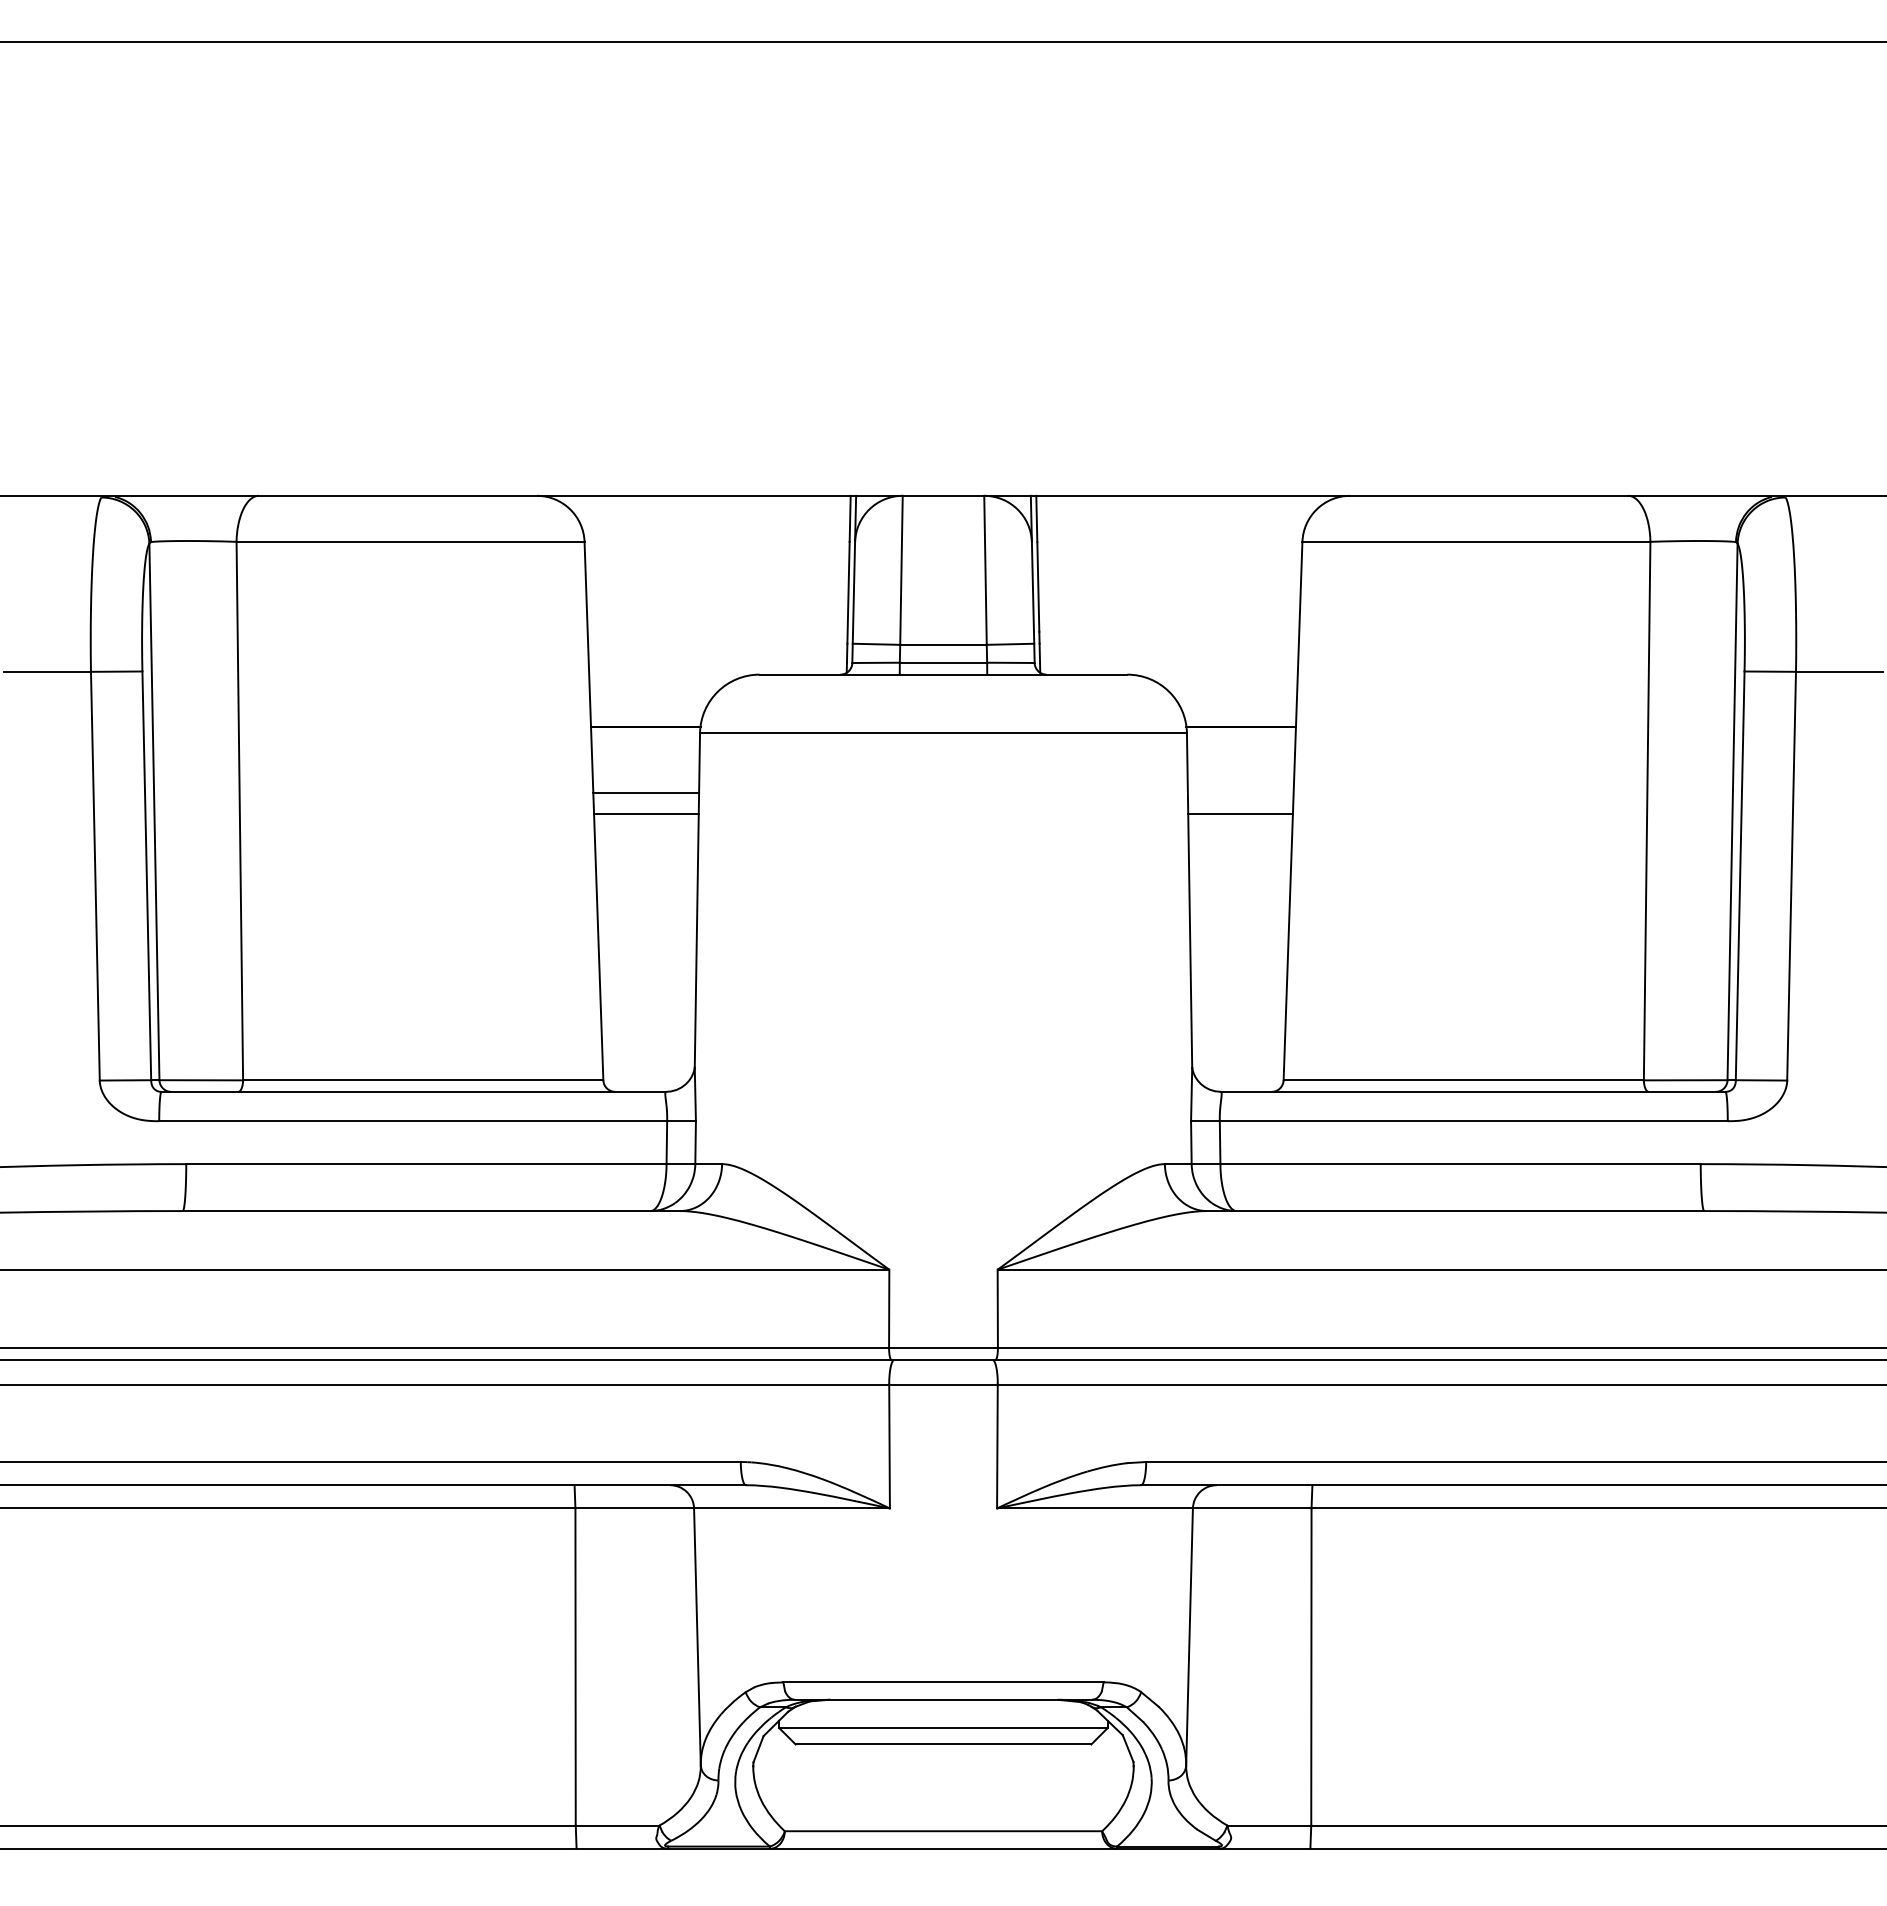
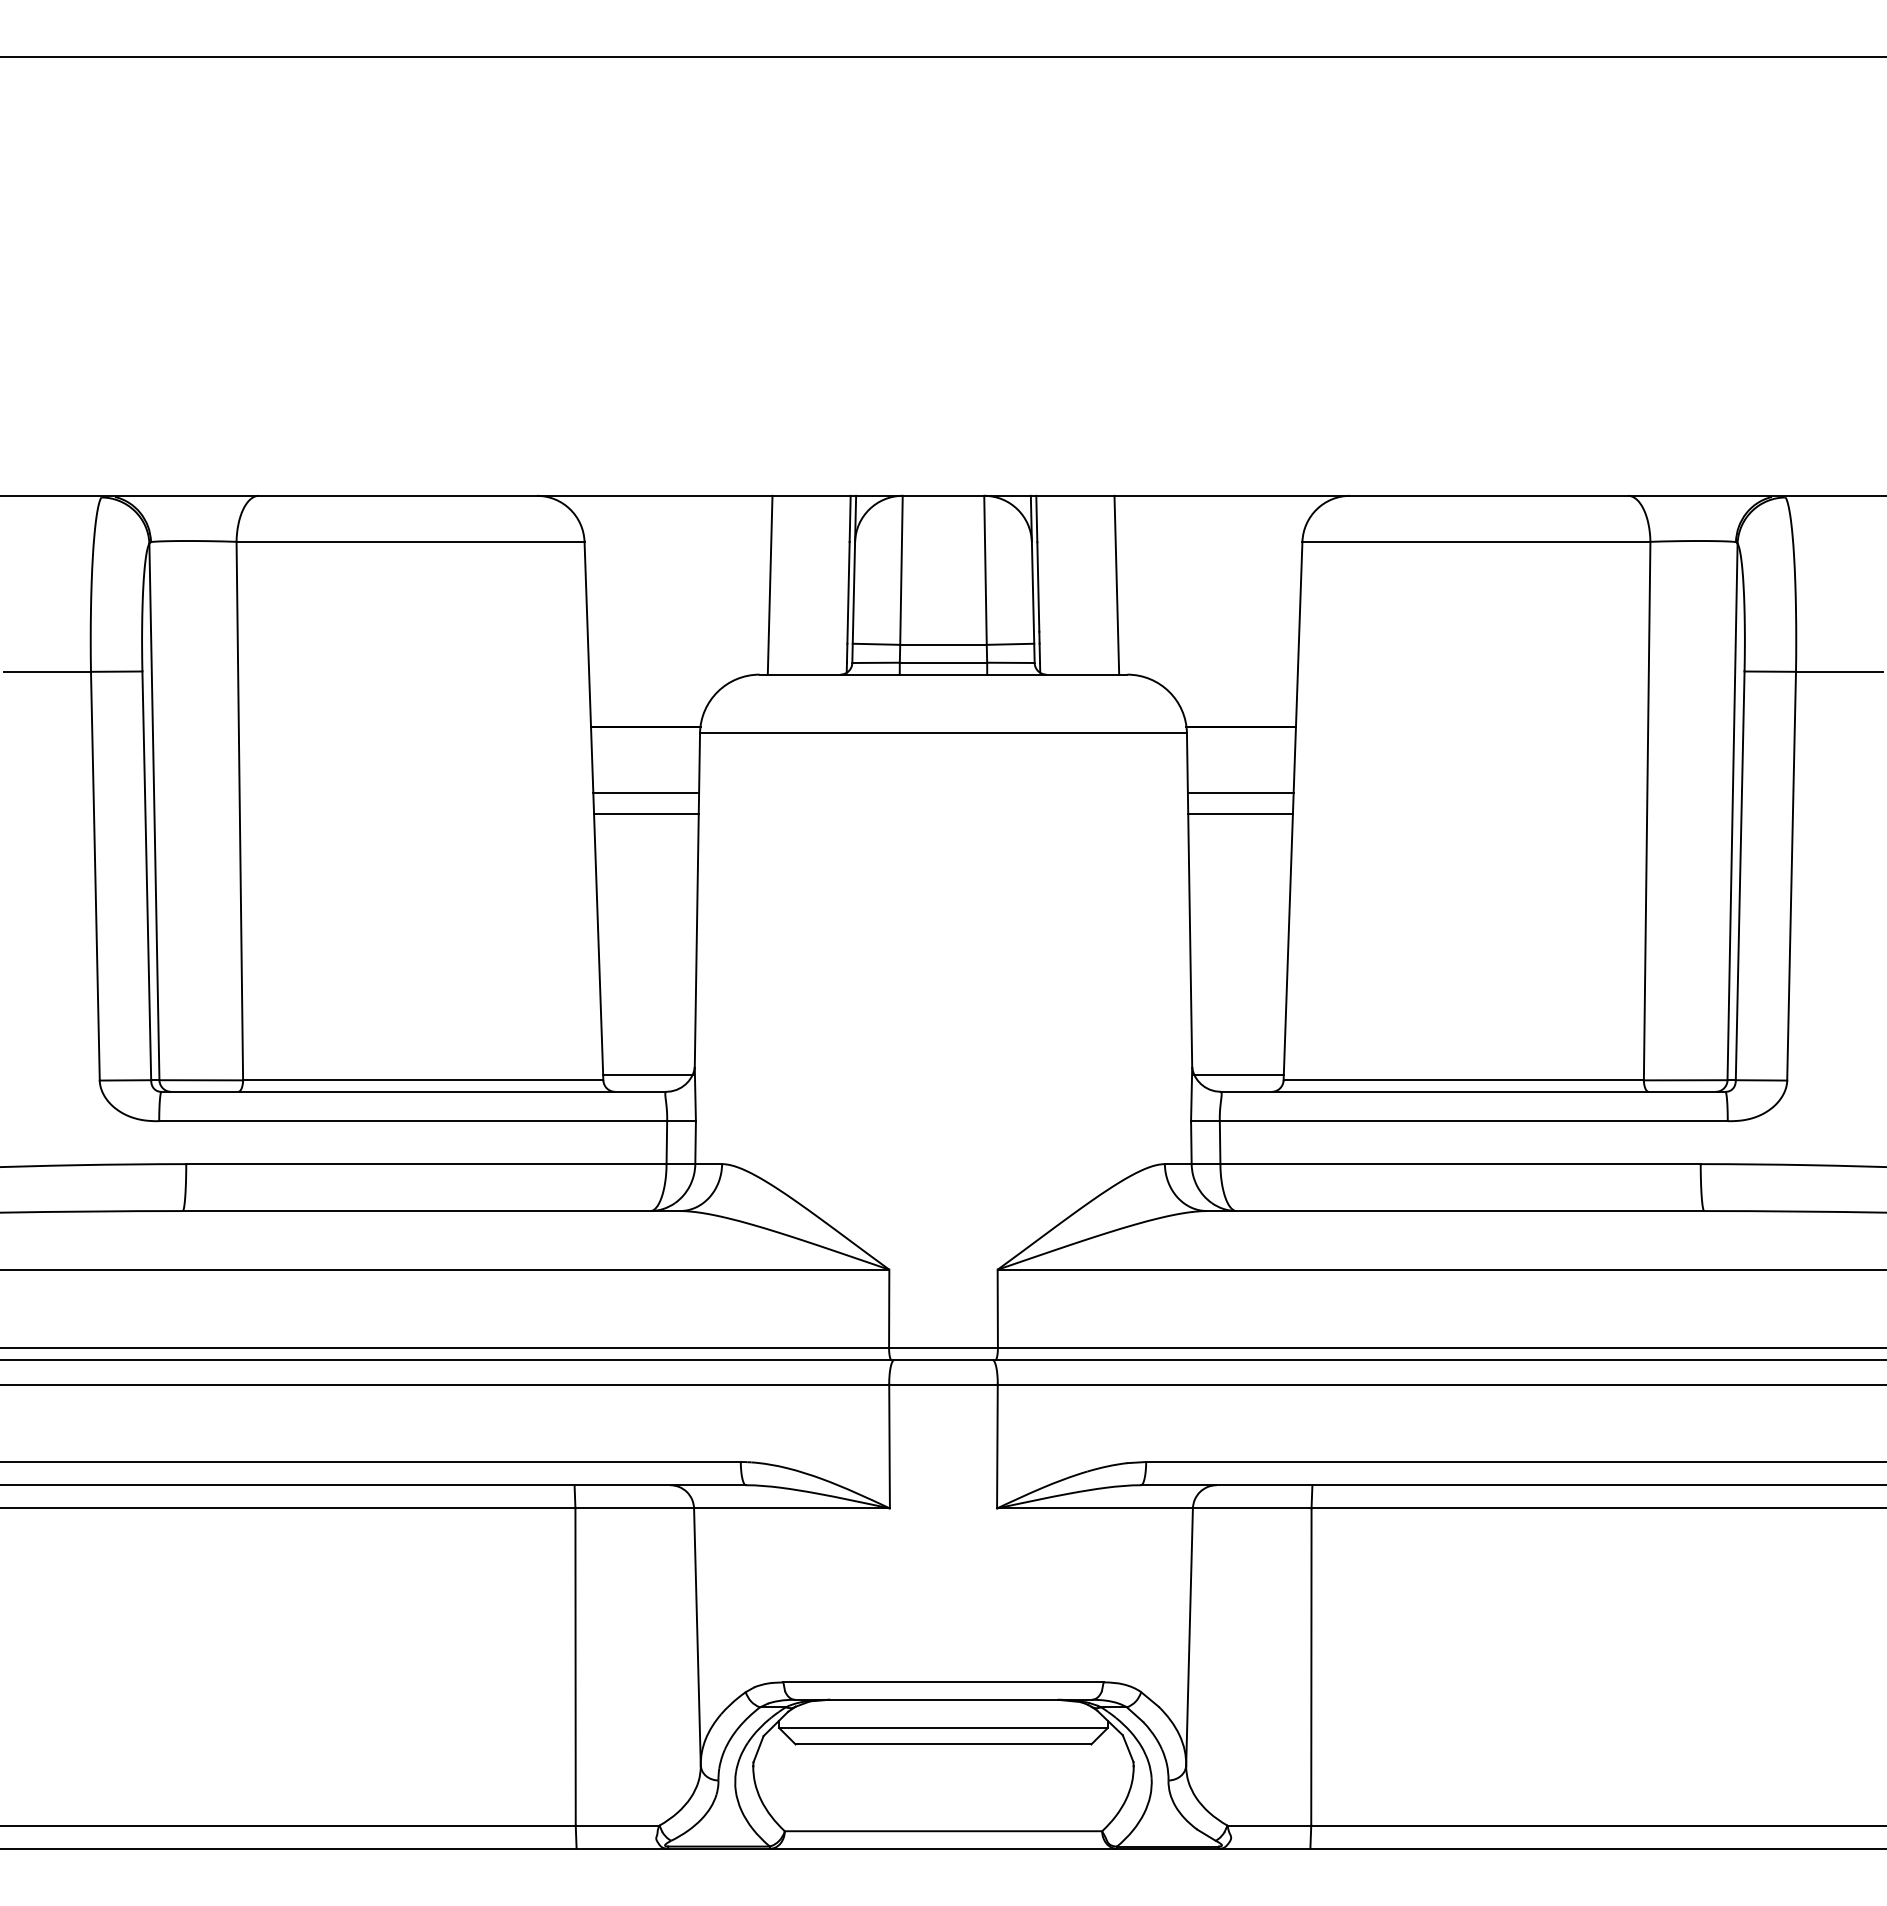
line at (942, 42) position: (942, 42) -> (942, 57)
line at (769, 584): none -> present
line at (1116, 584): none -> present
line at (1240, 793): none -> present
line at (647, 1074): none -> present
line at (1238, 1074): none -> present
